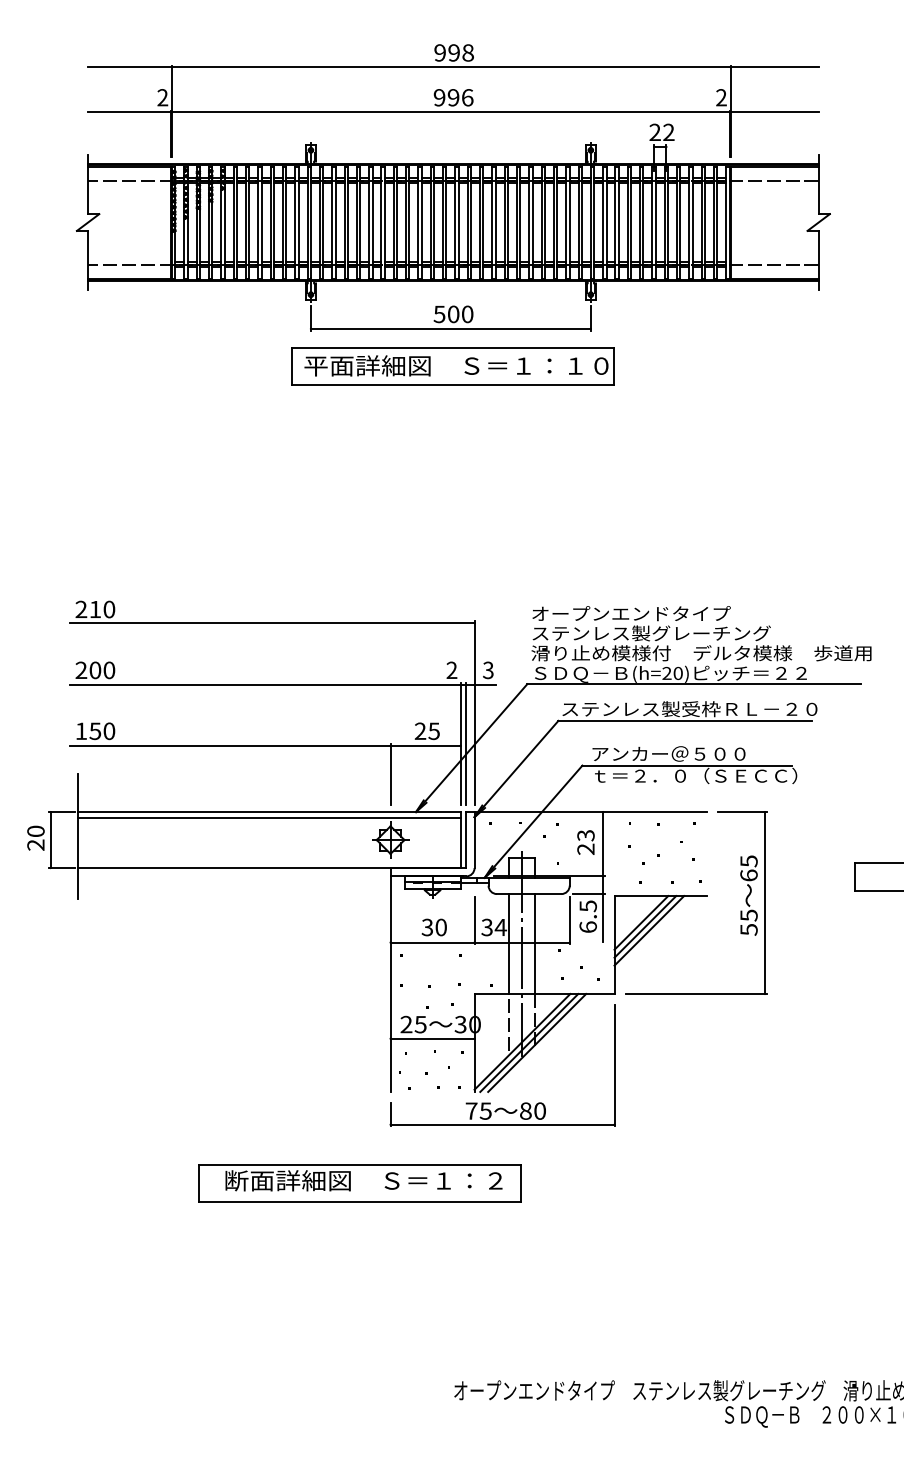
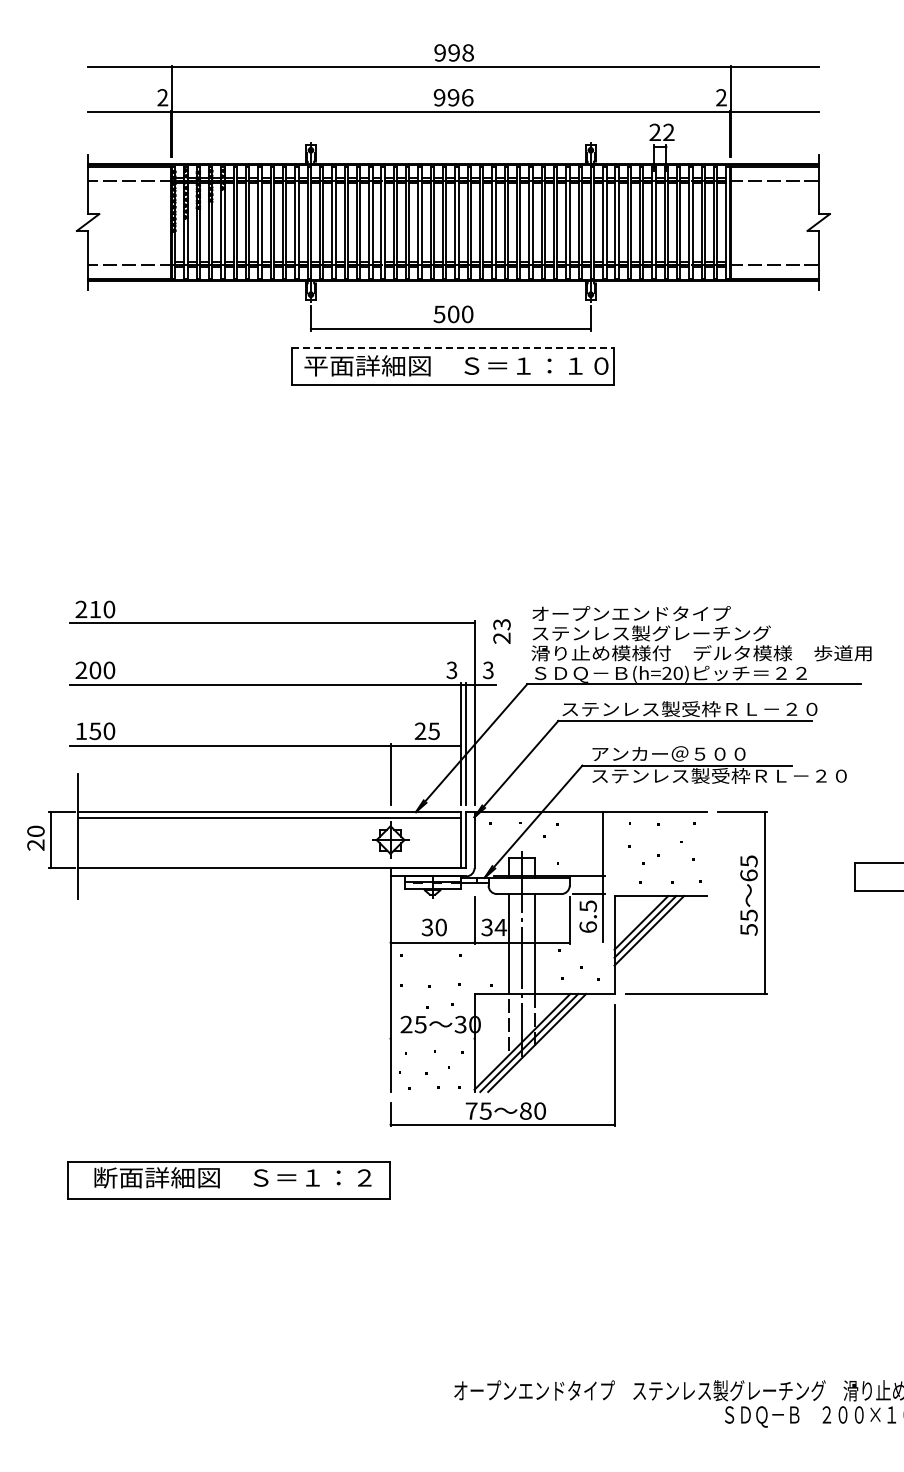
line at (452, 348): solid -> dashed
text at (451, 670): 2 -> 3
text at (719, 775): ｔ＝２．０（ＳＥＣＣ） -> ステンレス製受枠ＲＬ－２０
text at (585, 842) position: (585, 842) -> (501, 631)
line at (432, 1038): present -> none
part at (359, 1183) position: (359, 1183) -> (228, 1180)
